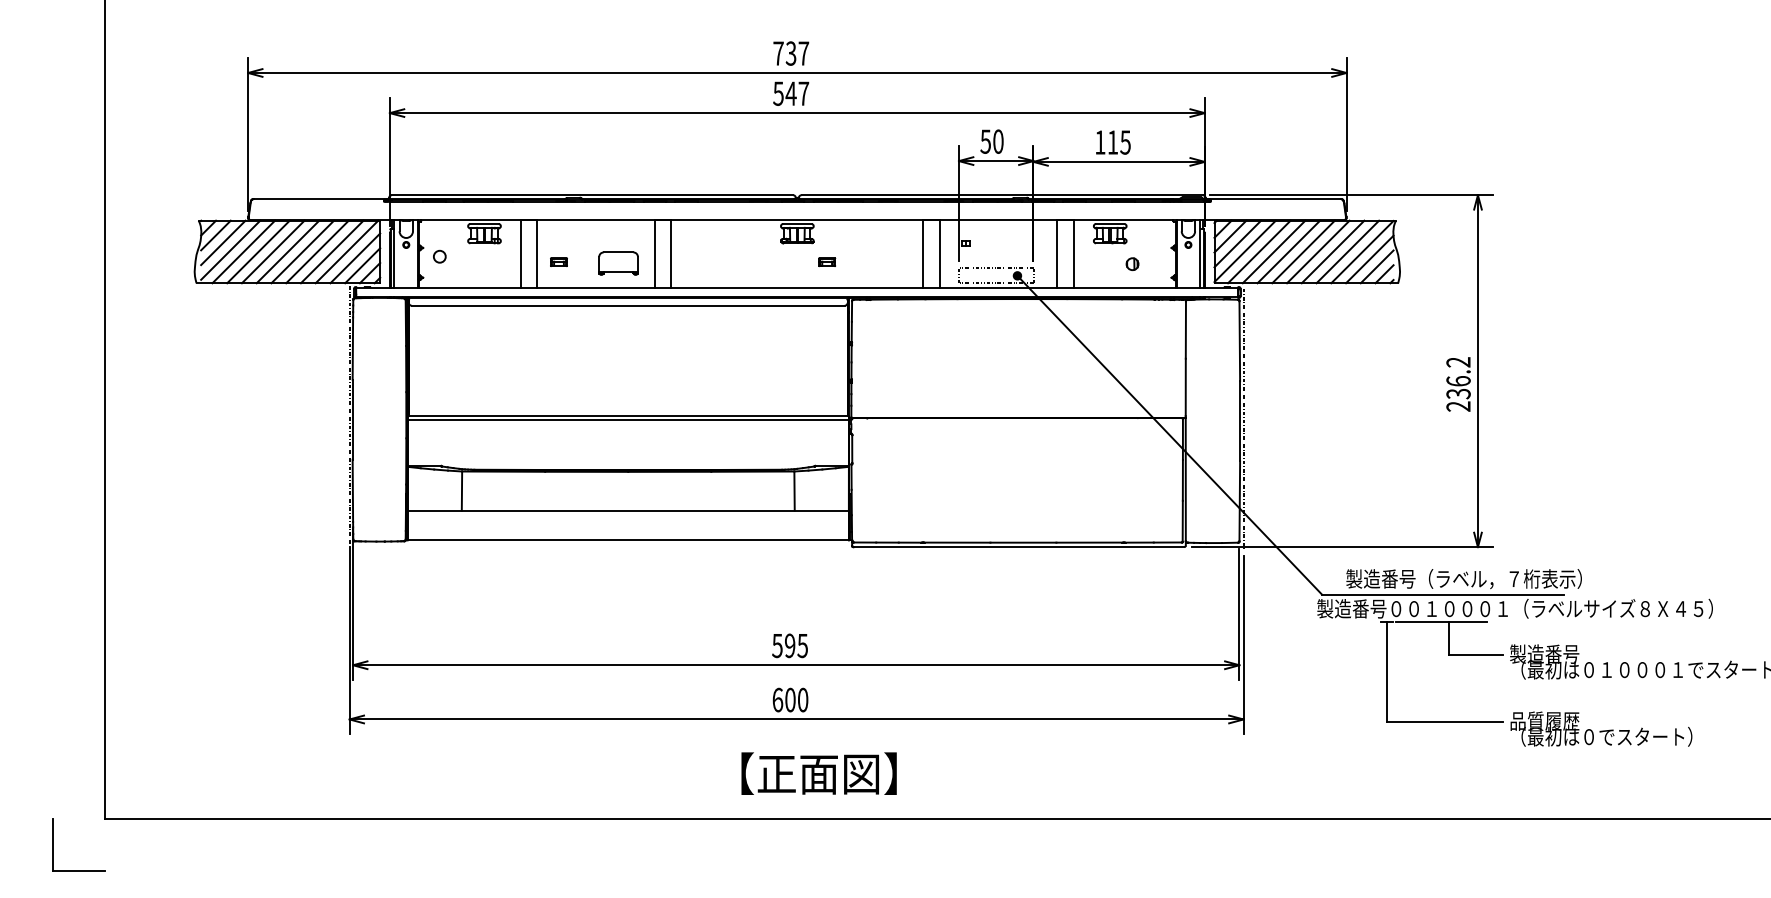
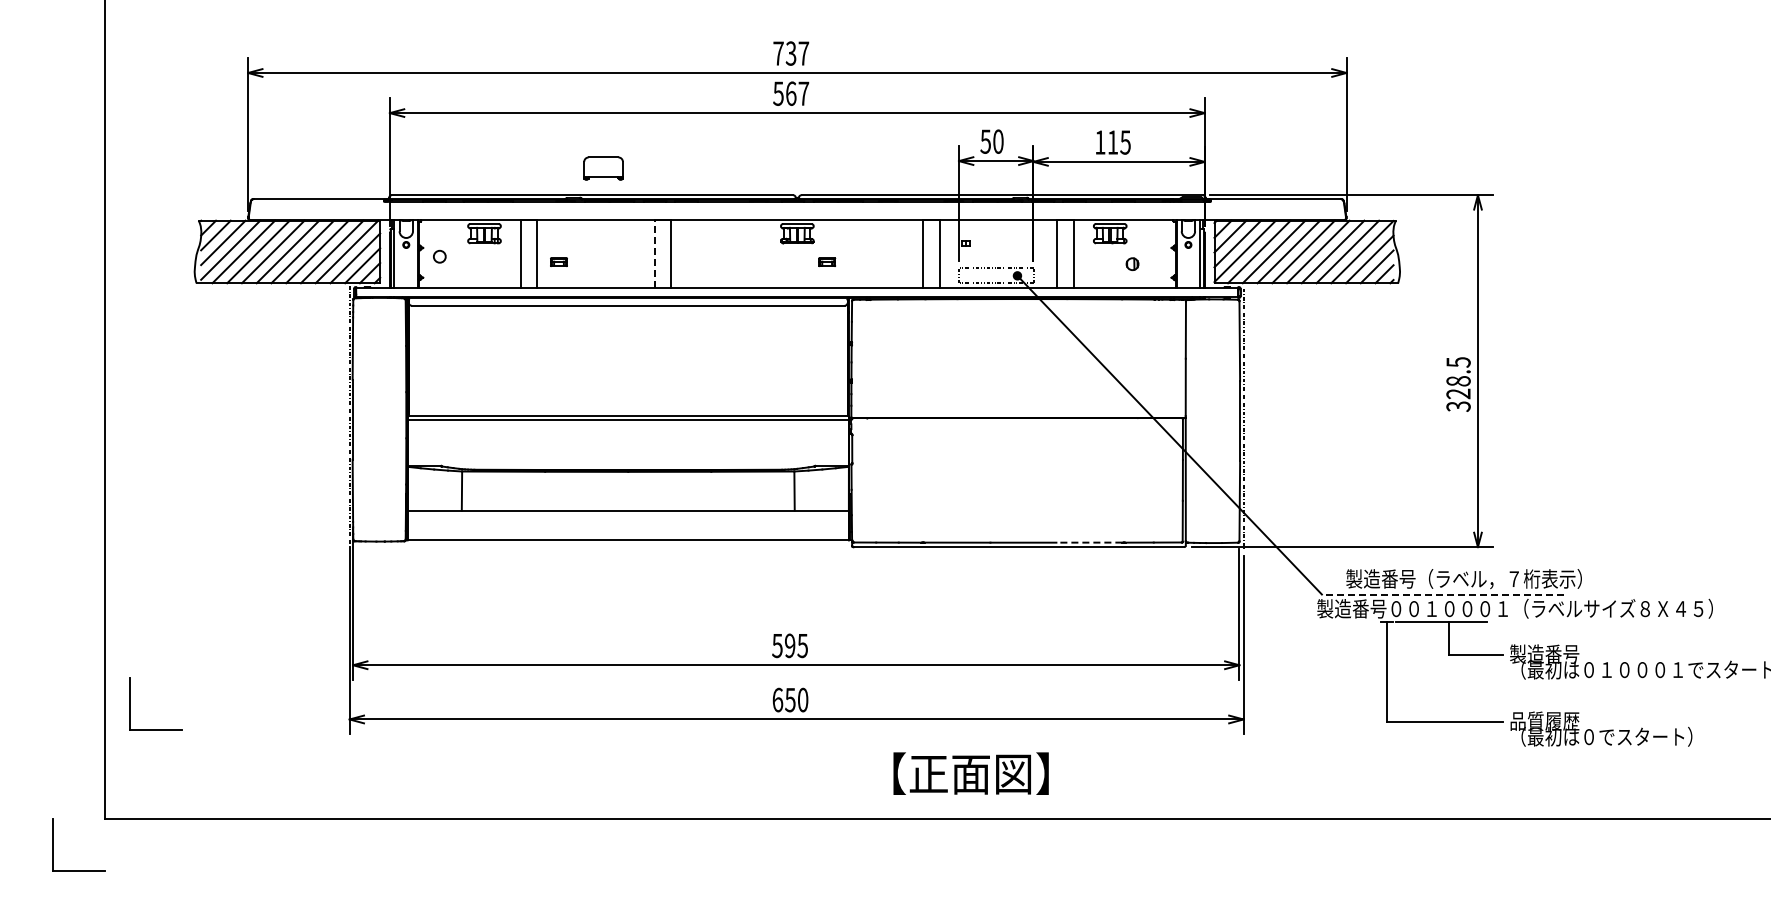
text at (790, 93): 547 -> 567
line at (655, 253): solid -> dashed
part at (618, 263) position: (618, 263) -> (603, 168)
text at (1458, 384): 236.2 -> 328.5
line at (1089, 542): solid -> dashed
line at (1442, 594): solid -> dashed
text at (790, 699): 600 -> 650
part at (130, 703): none -> present
text at (818, 773) position: (818, 773) -> (970, 773)
